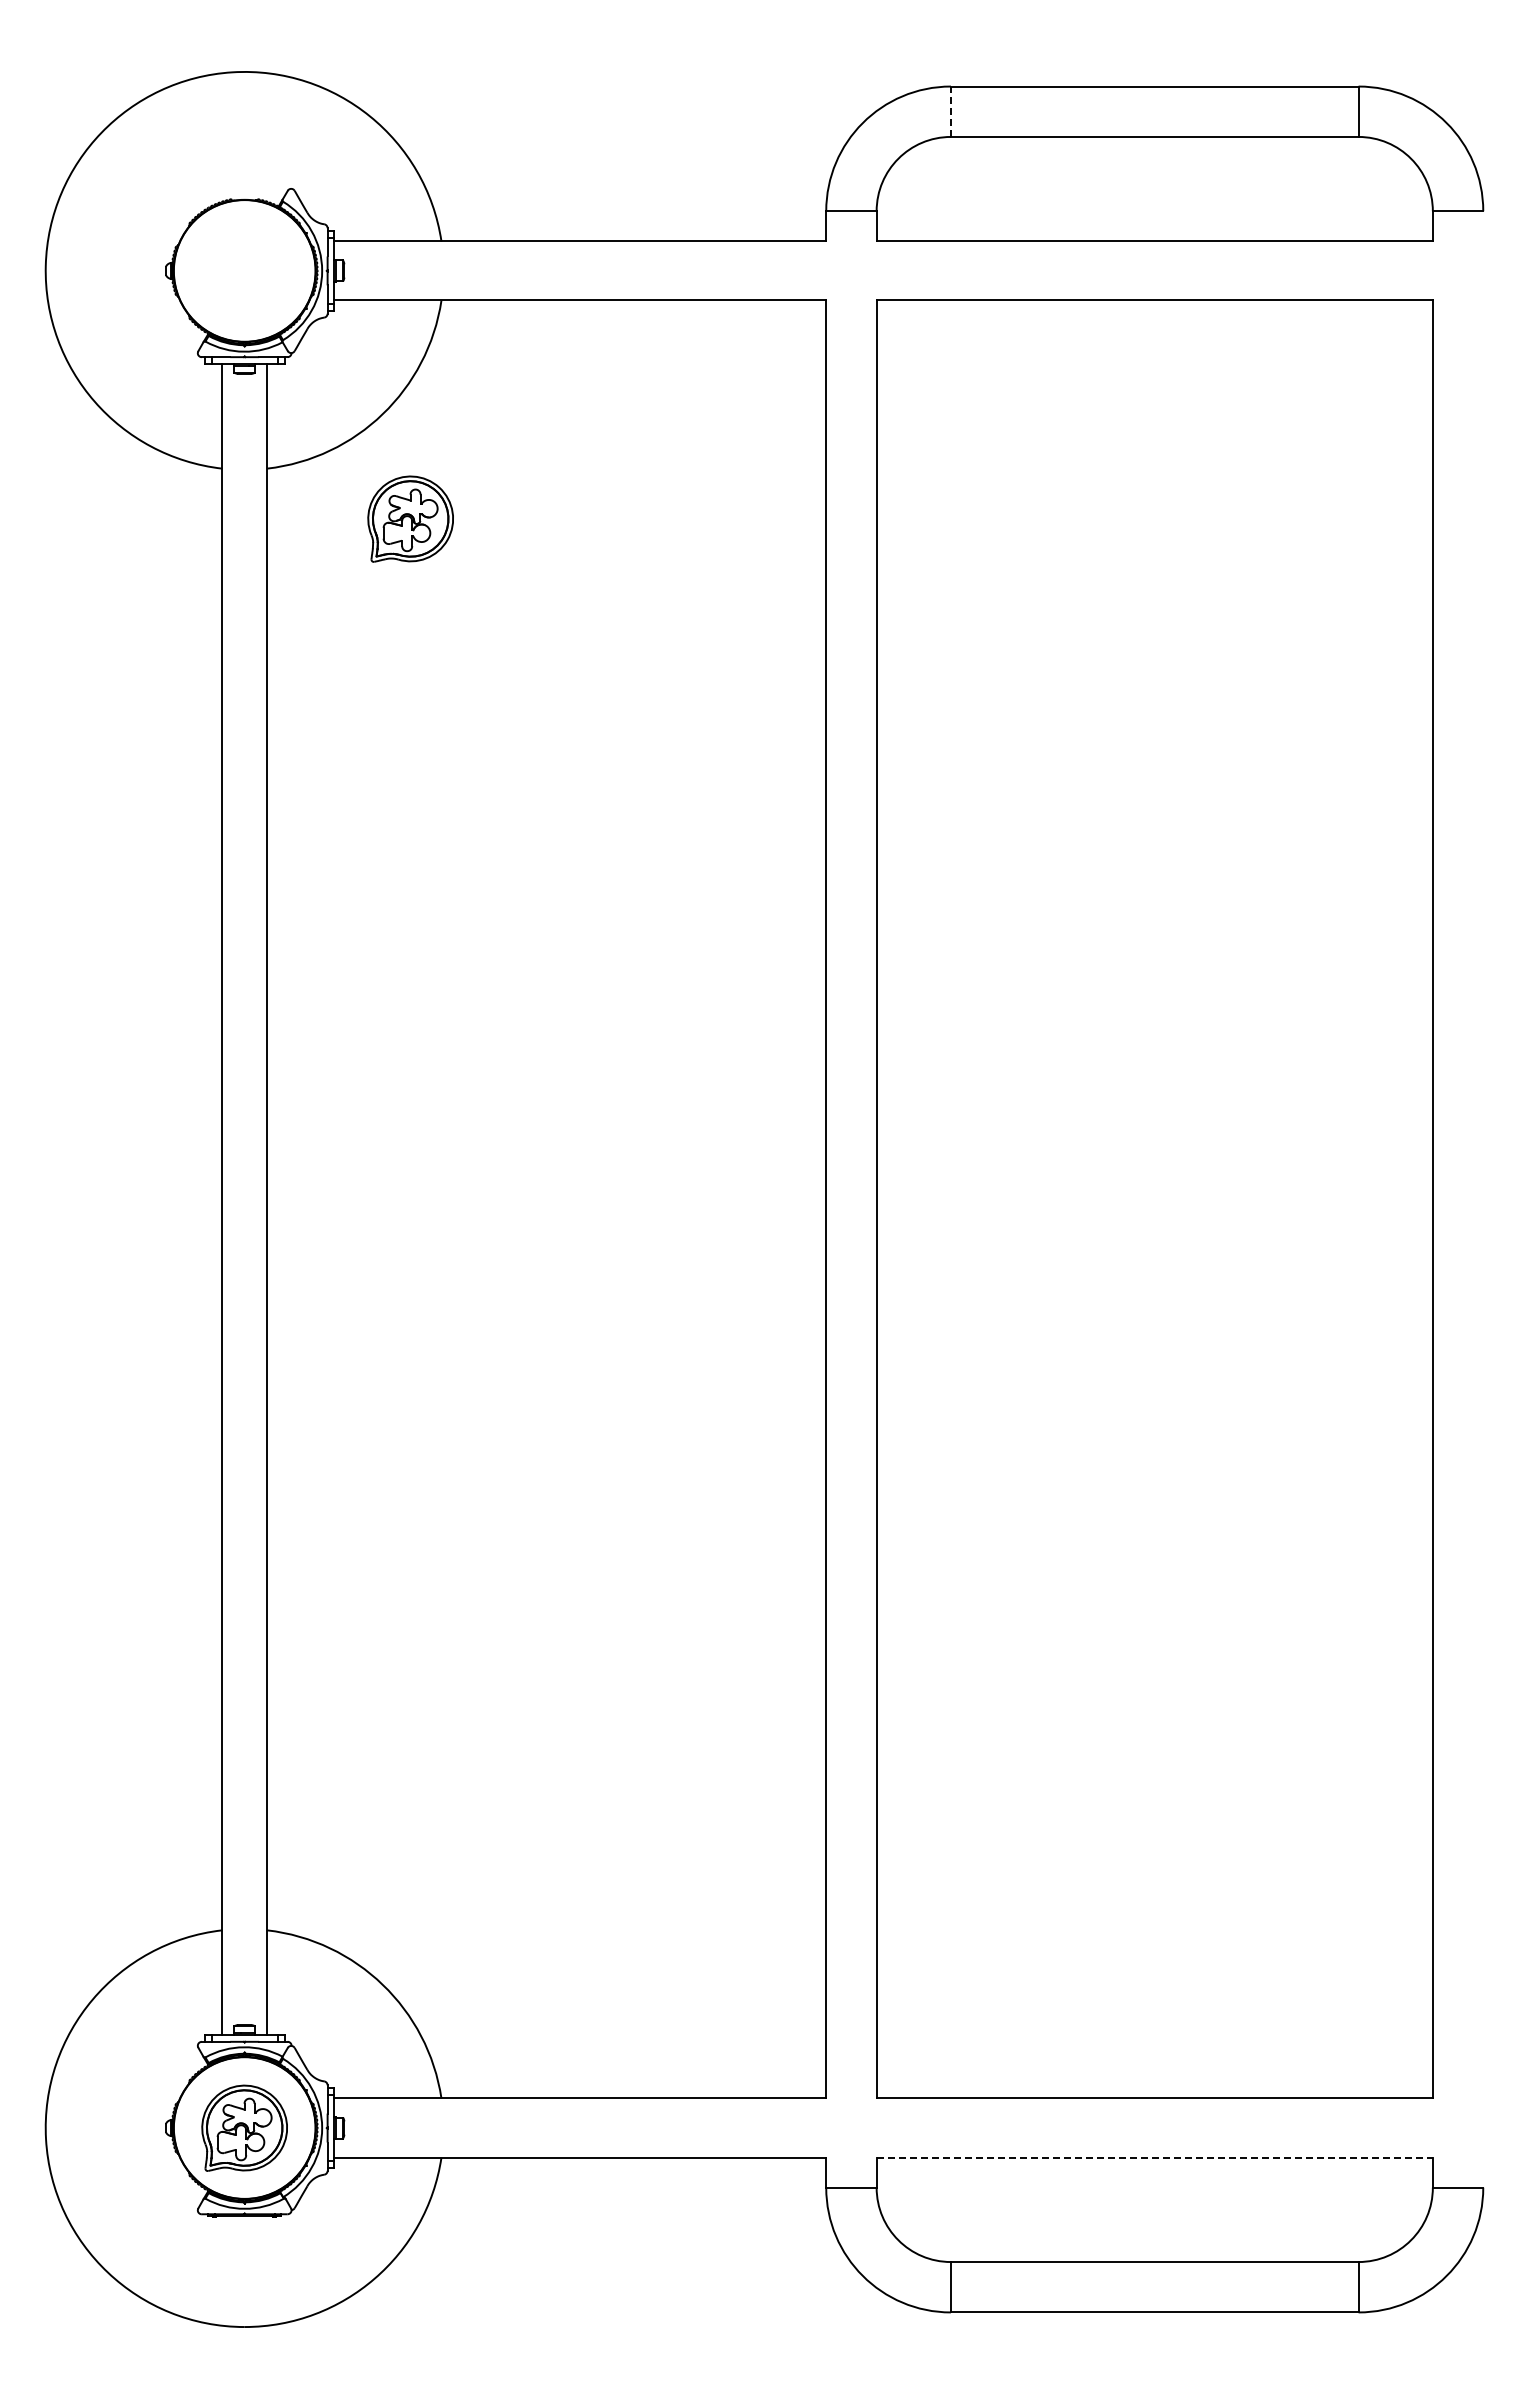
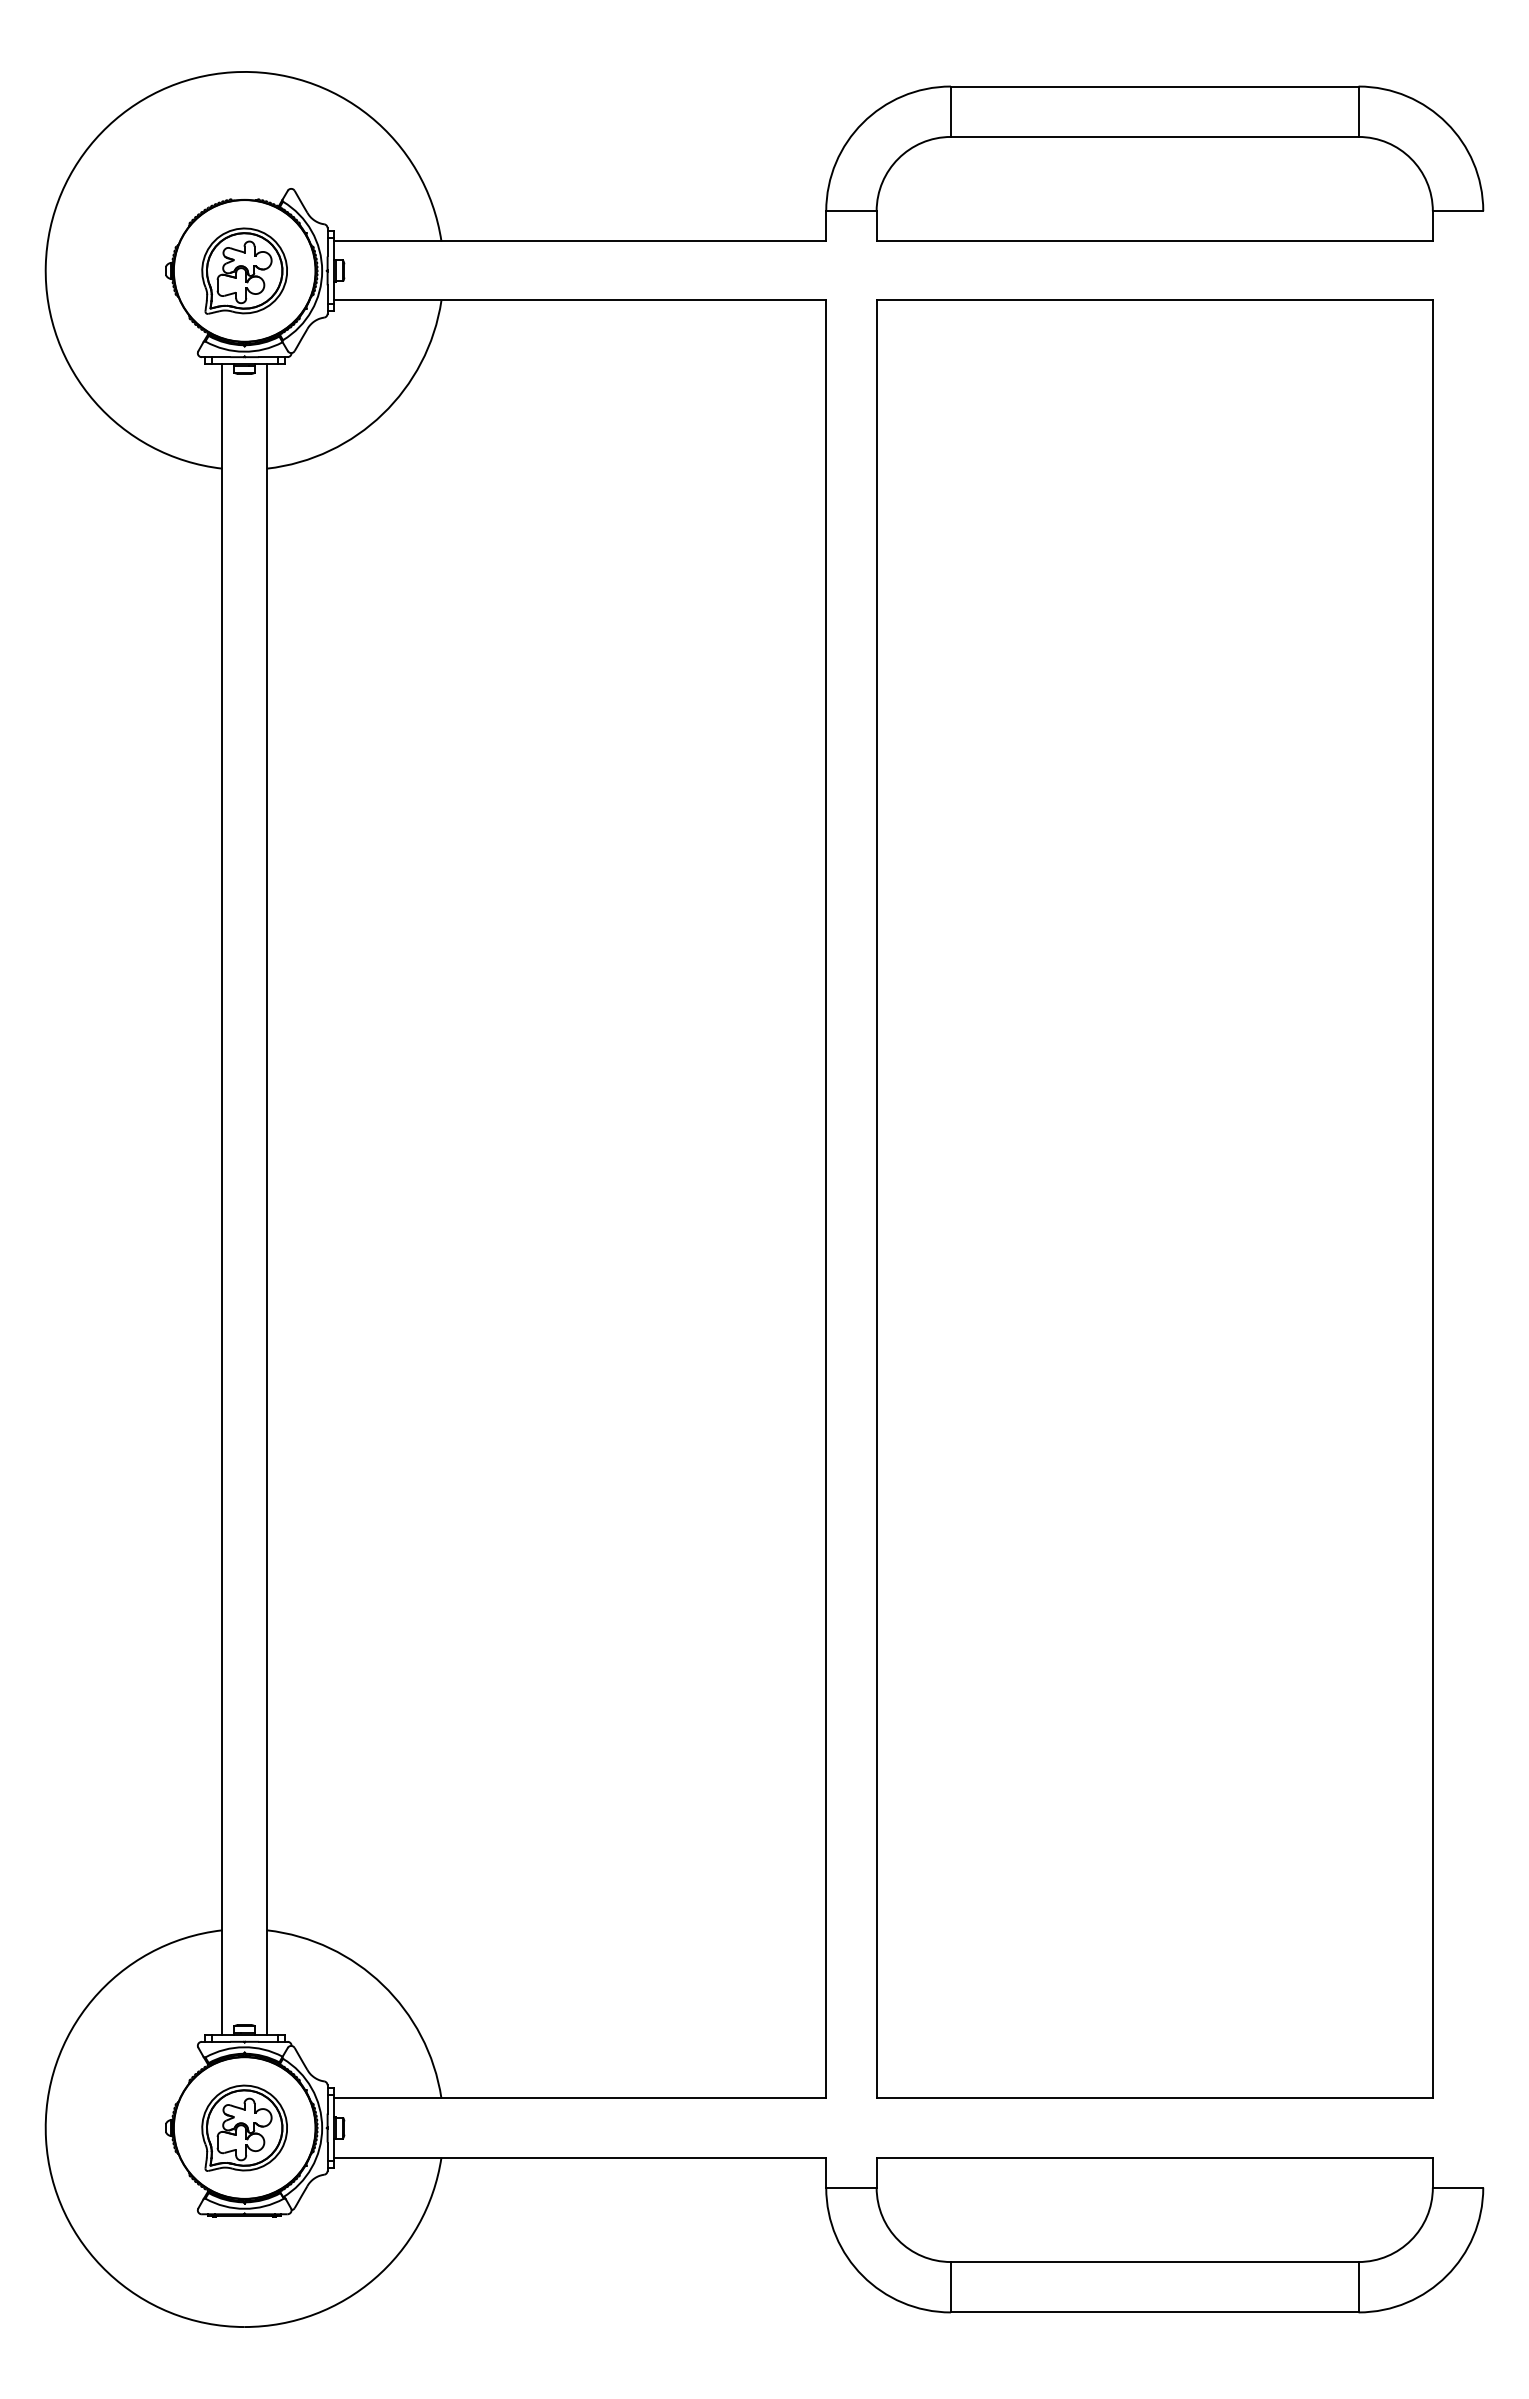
line at (950, 111): dashed -> solid
part at (410, 518) position: (410, 518) -> (244, 270)
line at (1155, 2157): dashed -> solid
